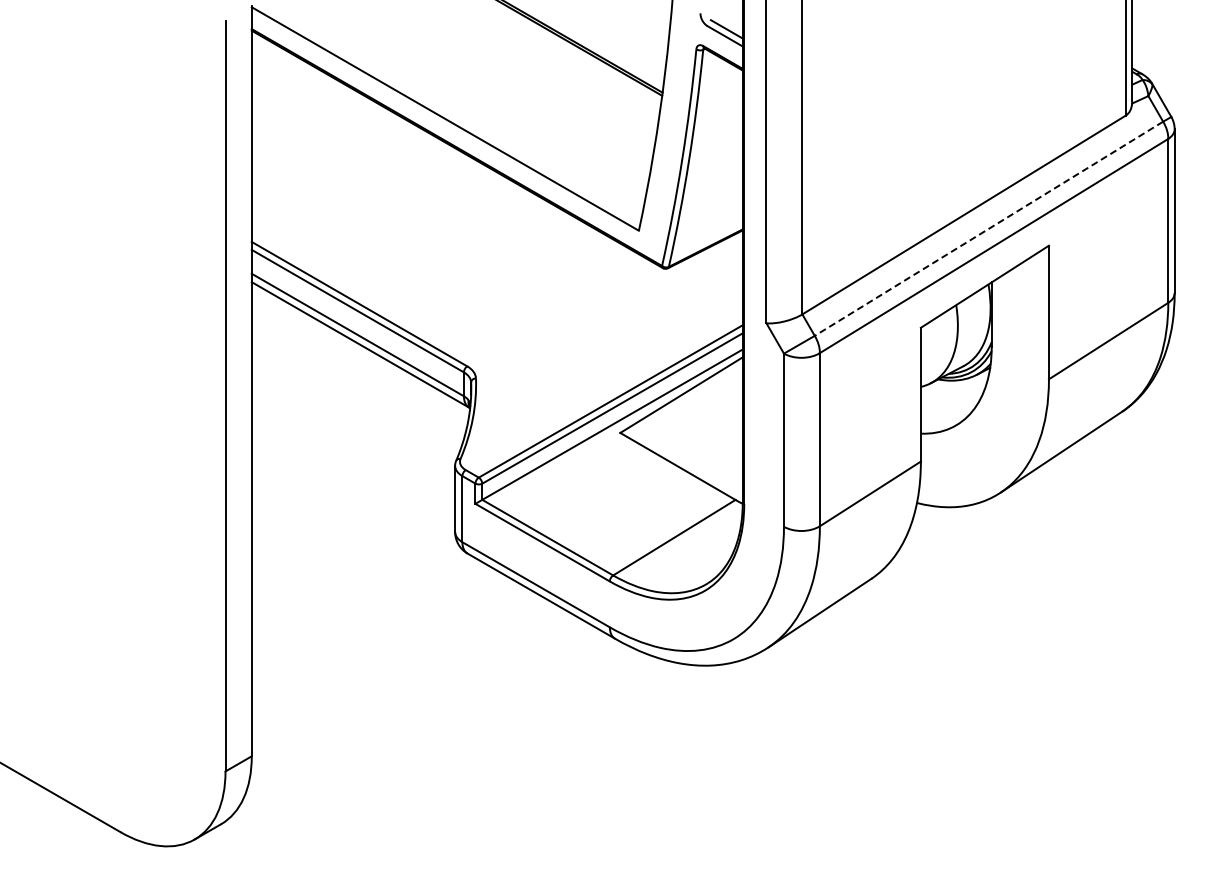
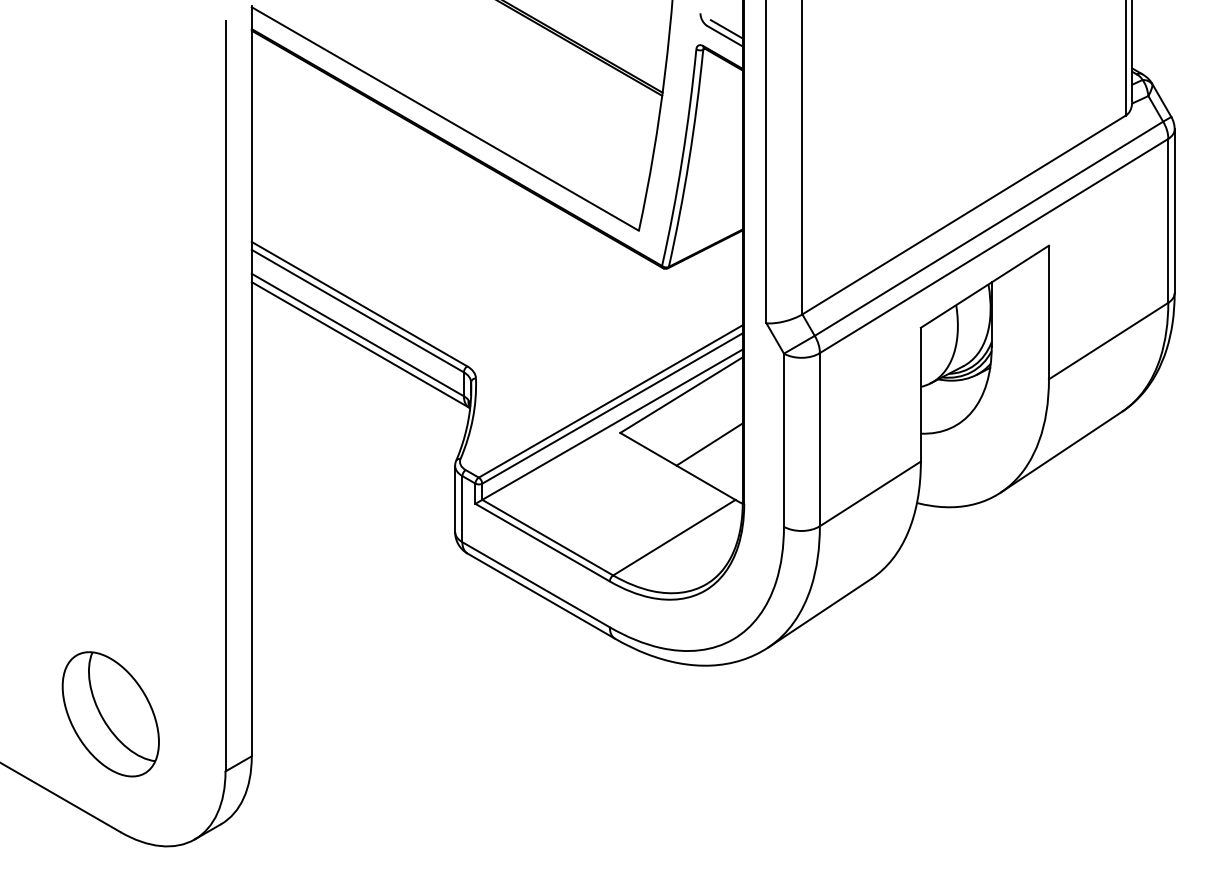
line at (988, 229): dashed -> solid
line at (709, 444): none -> present
part at (110, 714): none -> present
